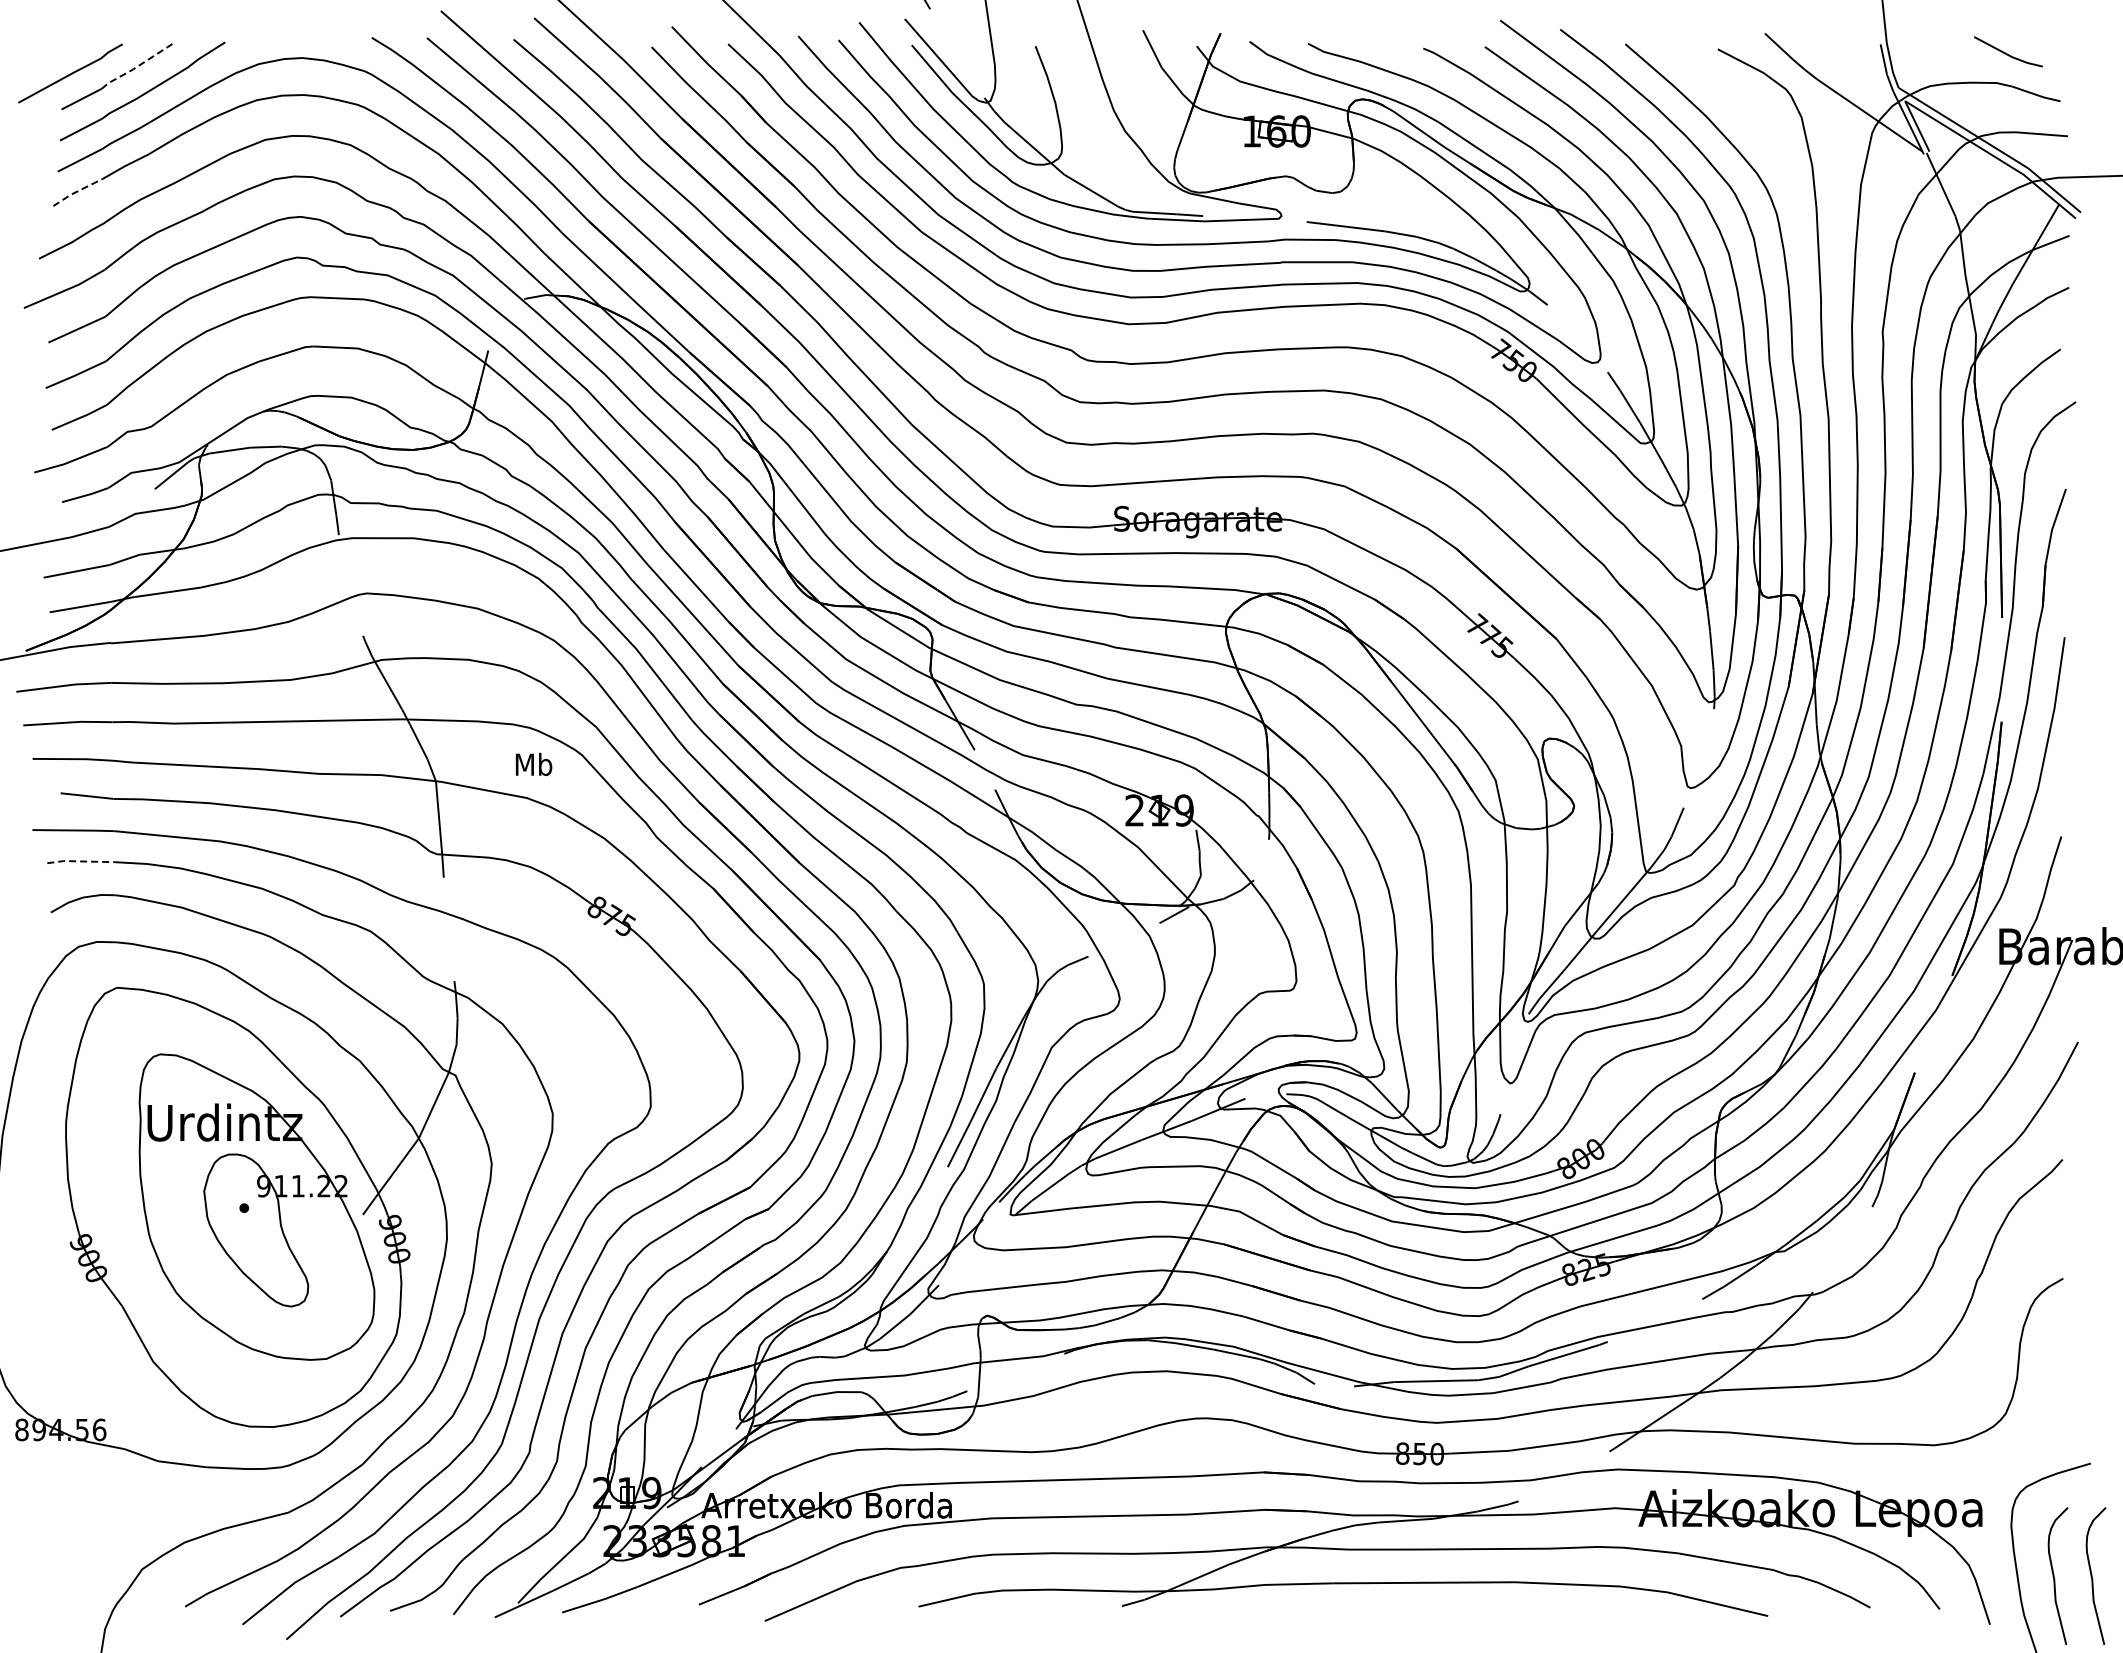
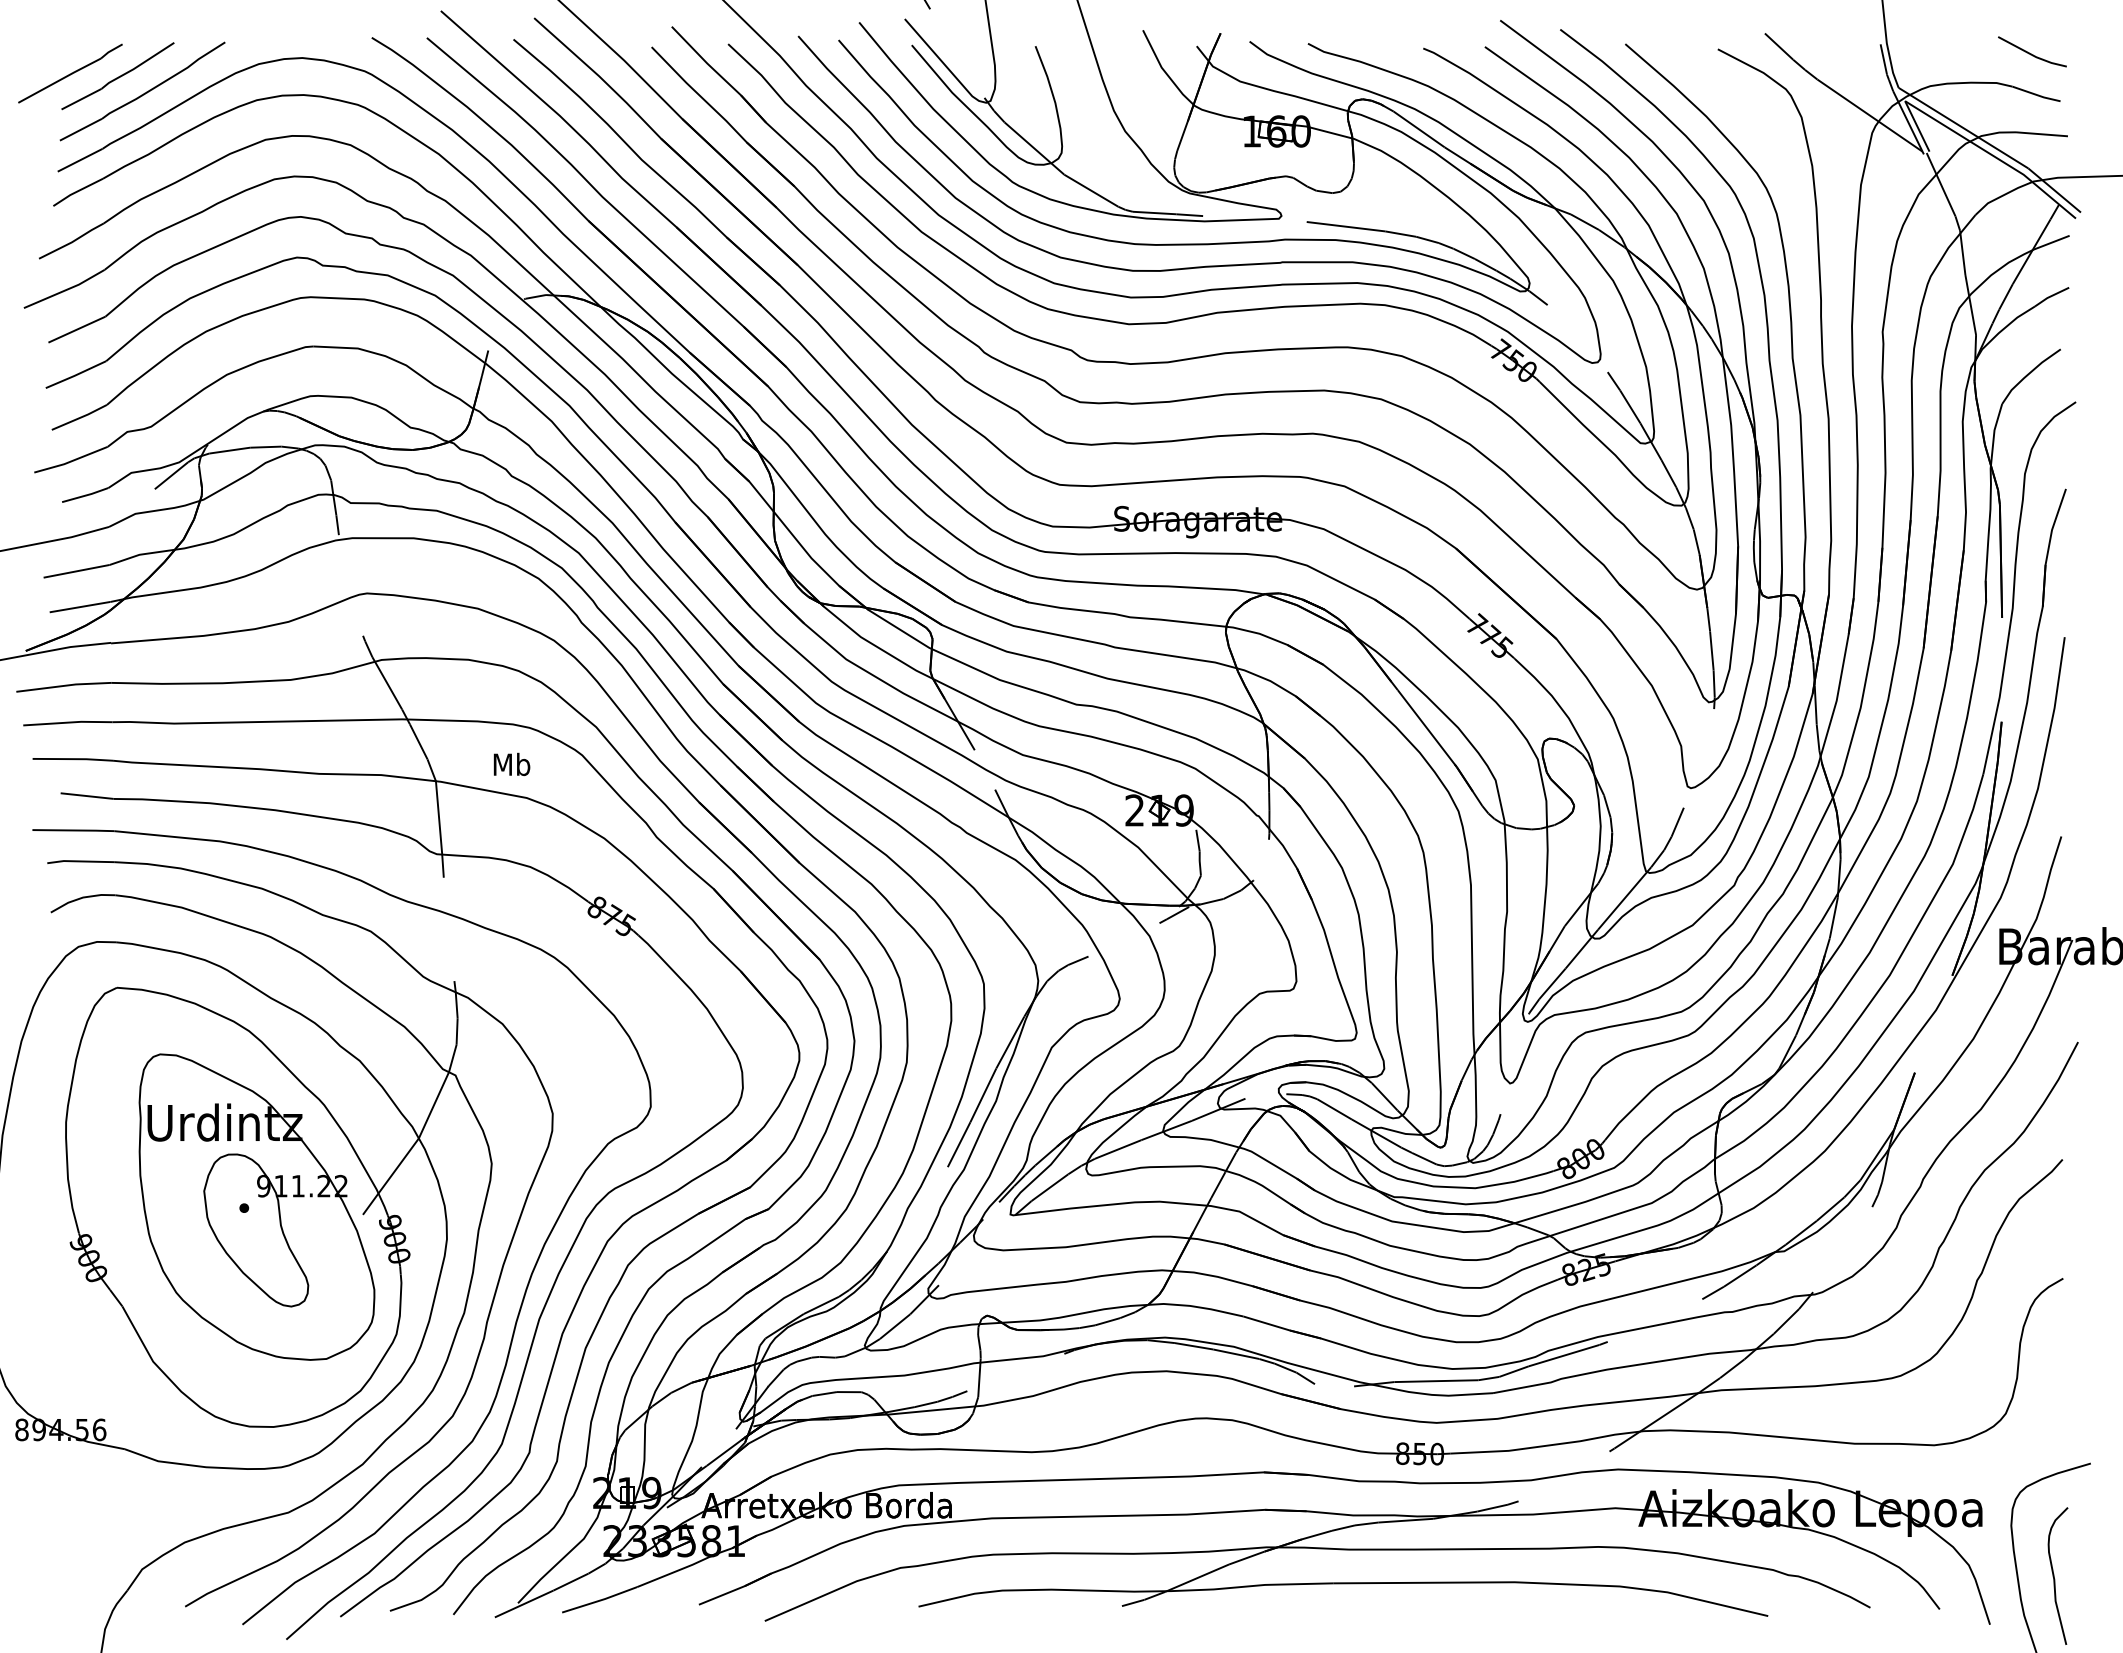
line at (2007, 53) position: (2007, 53) -> (2031, 53)
line at (136, 67): dashed -> solid
line at (77, 191): dashed -> solid
text at (533, 764) position: (533, 764) -> (511, 764)
line at (80, 861): dashed -> solid
curve at (2092, 1575): present -> none
